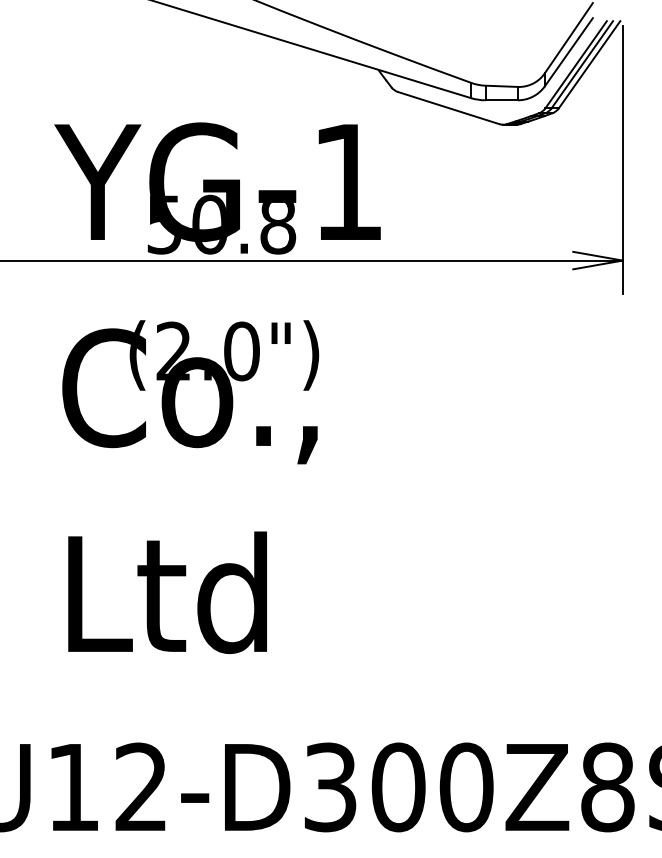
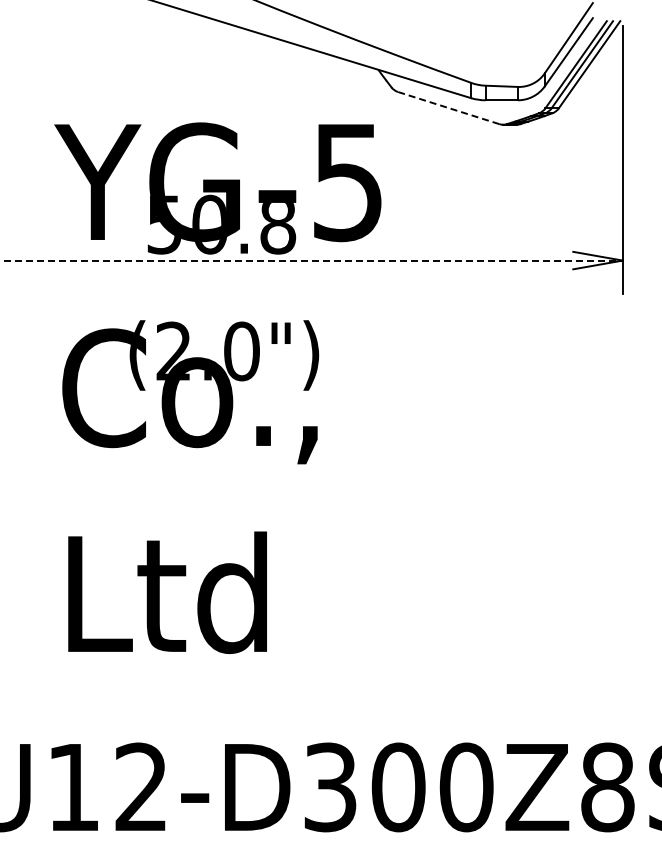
line at (448, 107): solid -> dashed
text at (347, 183): YG-1 -> YG-5
line at (311, 260): solid -> dashed
